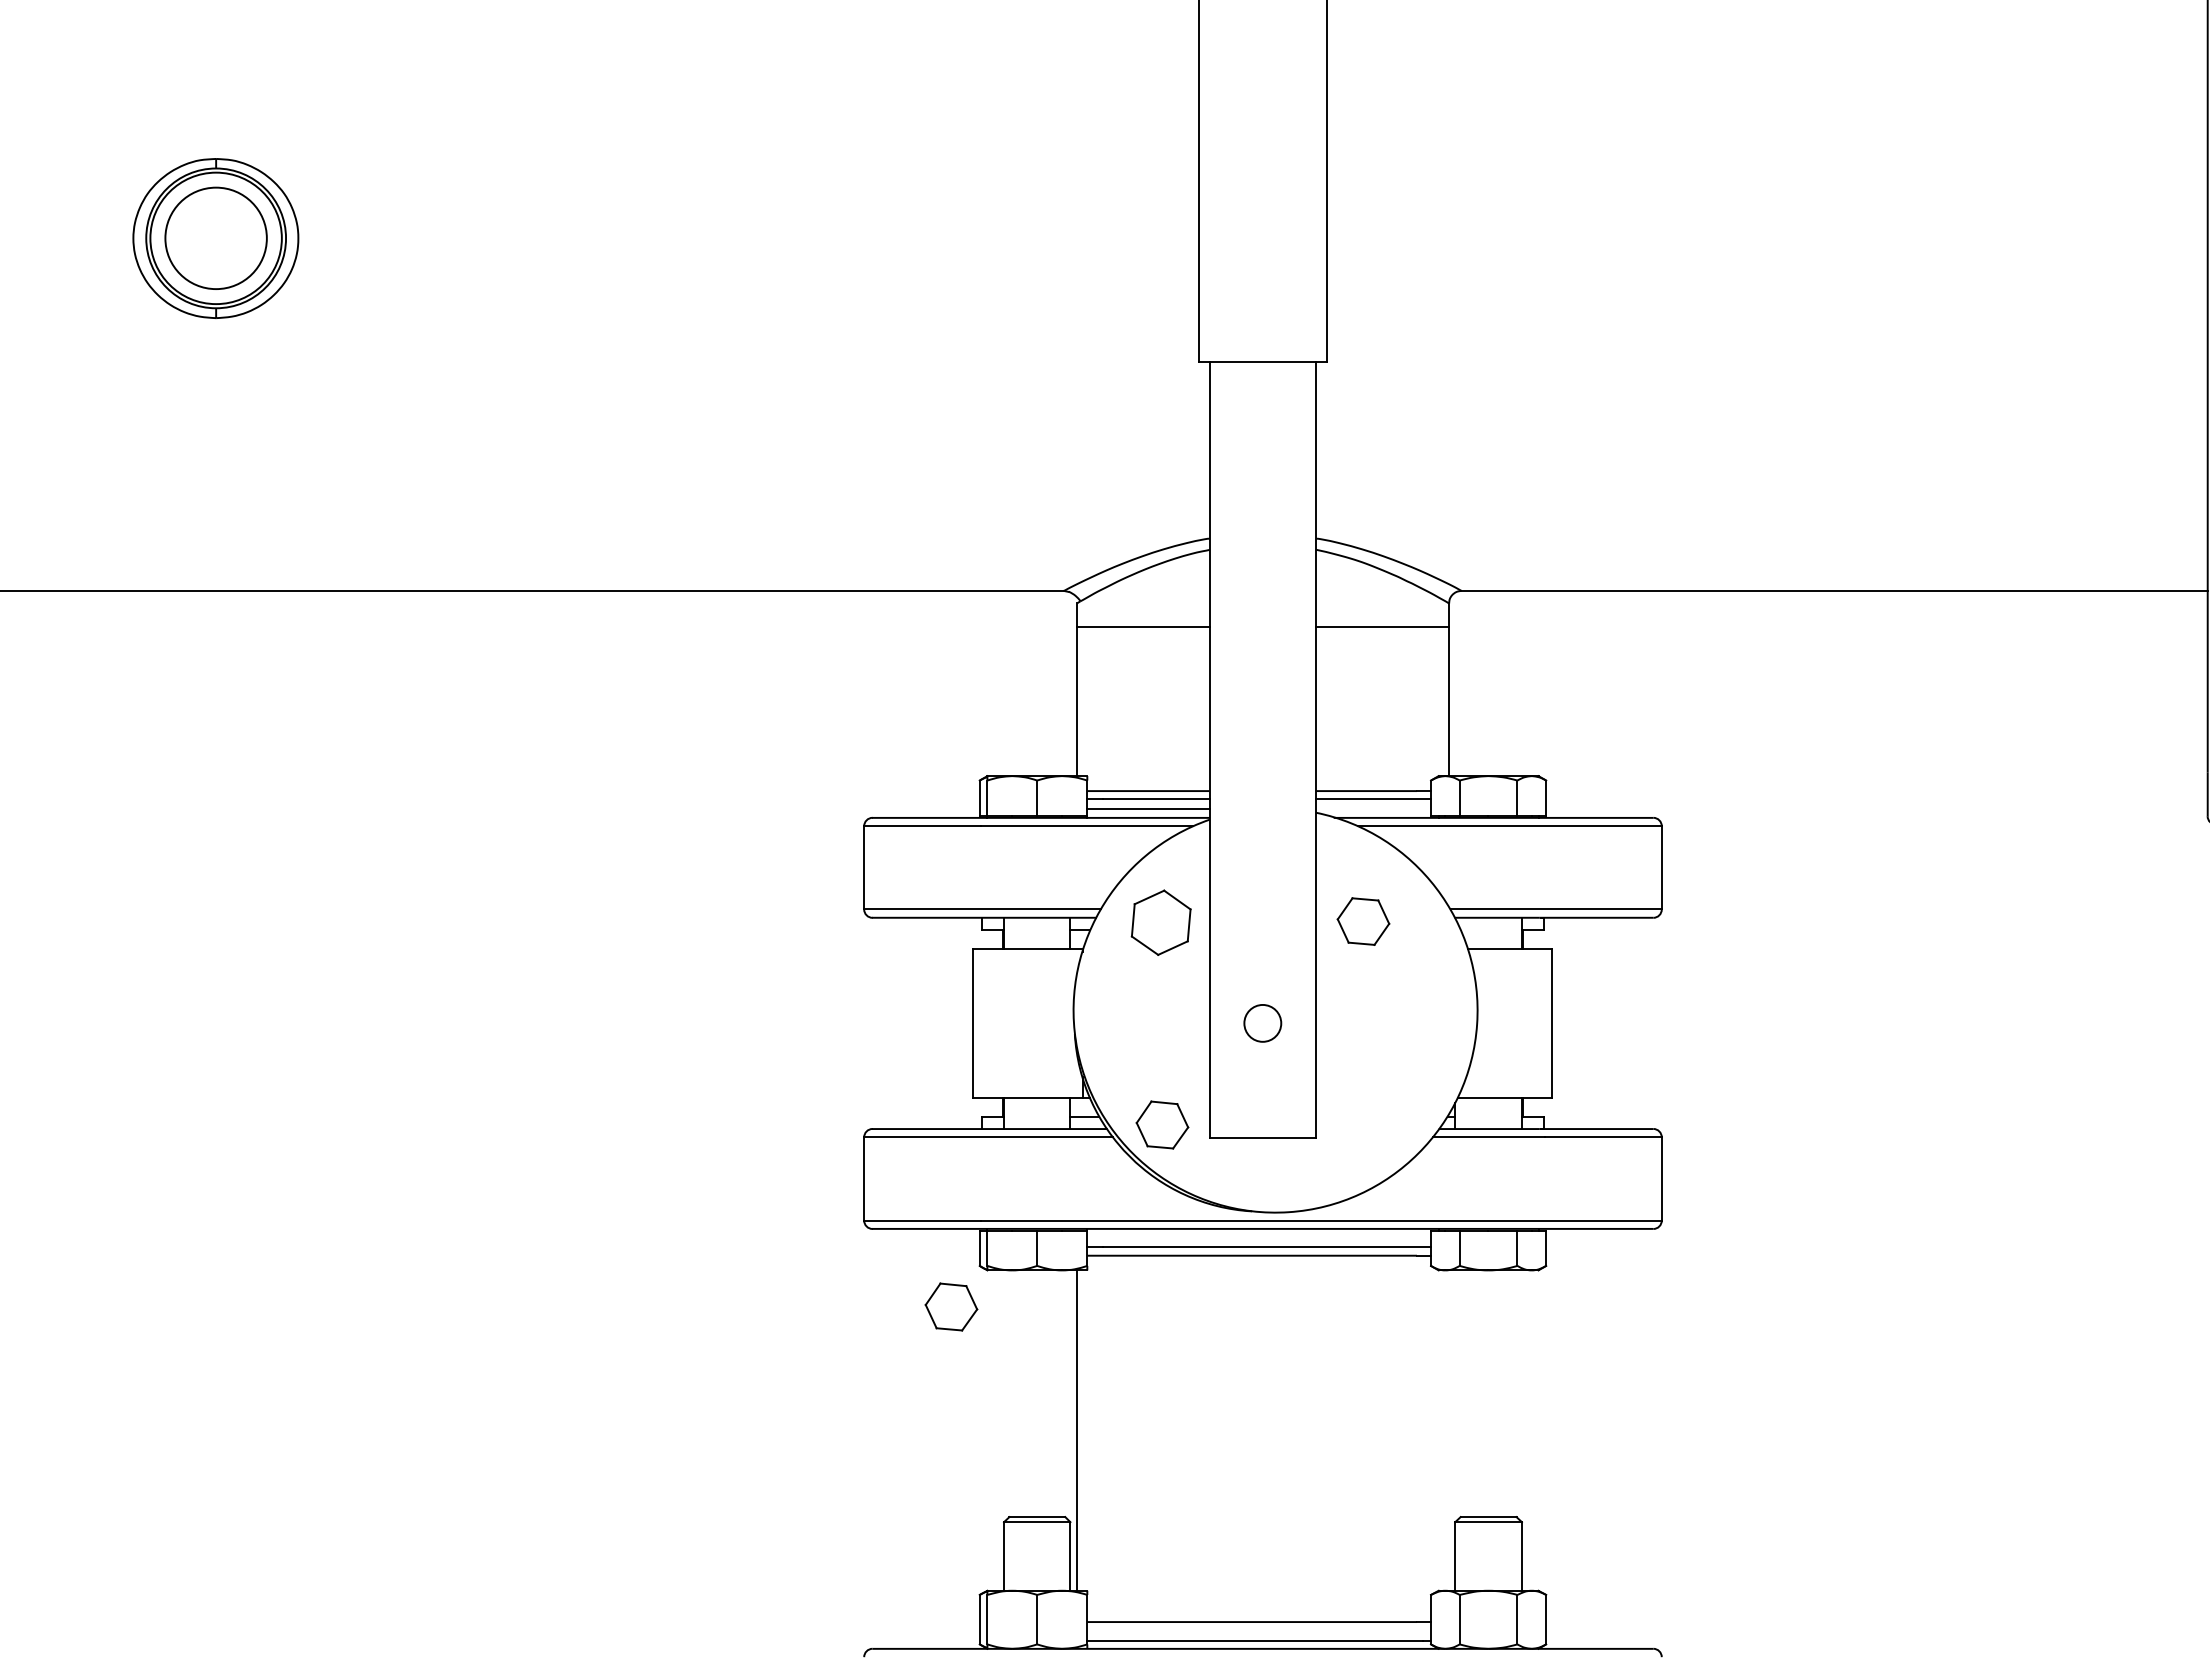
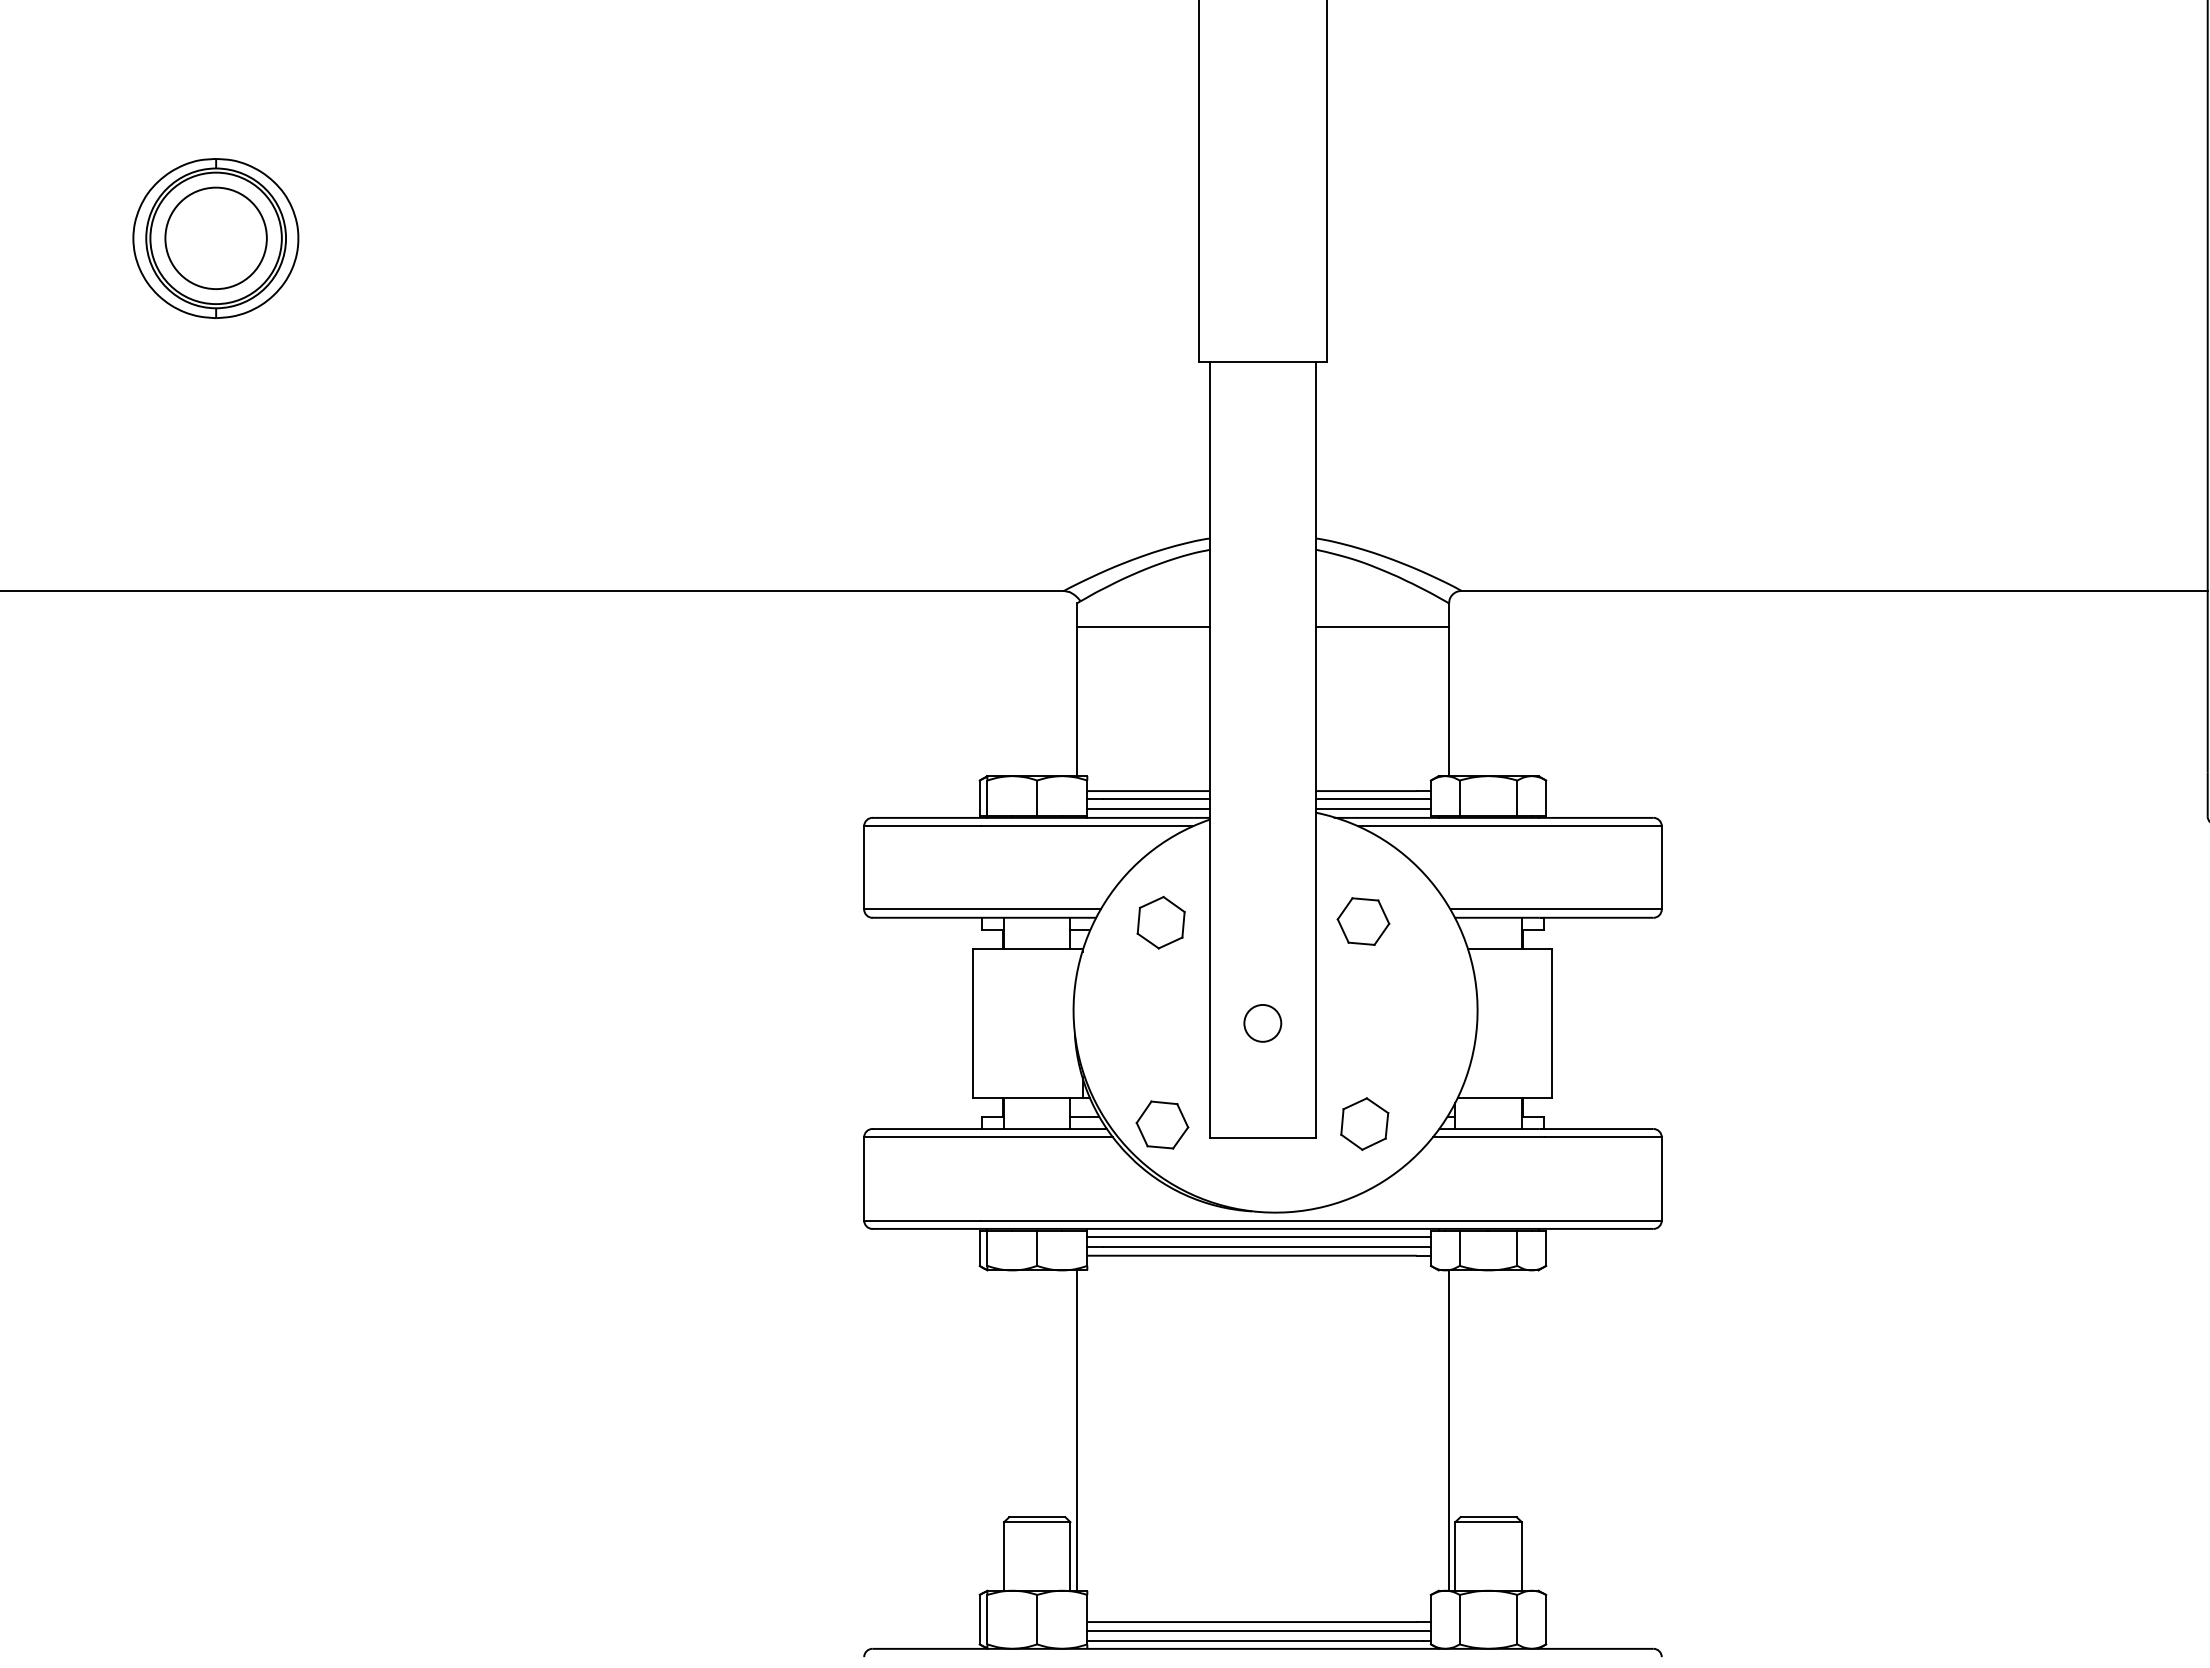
line at (1373, 809): none -> present
part at (1160, 922) size: 62x67 px -> 50x55 px
part at (1364, 1123): none -> present
line at (1259, 1237): none -> present
part at (951, 1306): present -> none
line at (1449, 1430): none -> present
line at (1259, 1630): none -> present
